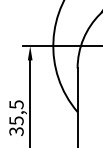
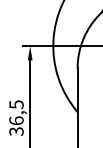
text at (16, 120): 35,5 -> 36,5
